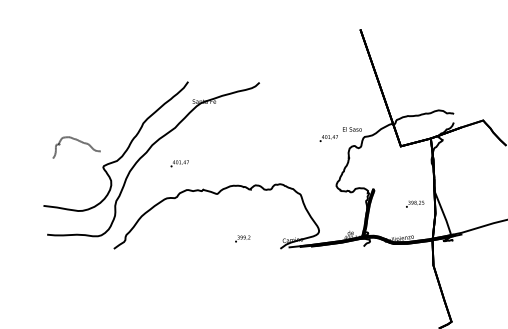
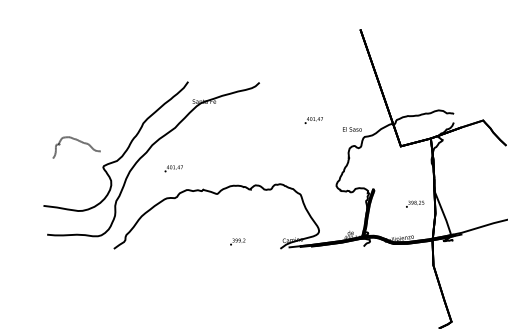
text at (328, 138) position: (328, 138) -> (313, 120)
text at (179, 163) position: (179, 163) -> (173, 168)
text at (242, 238) position: (242, 238) -> (237, 241)
